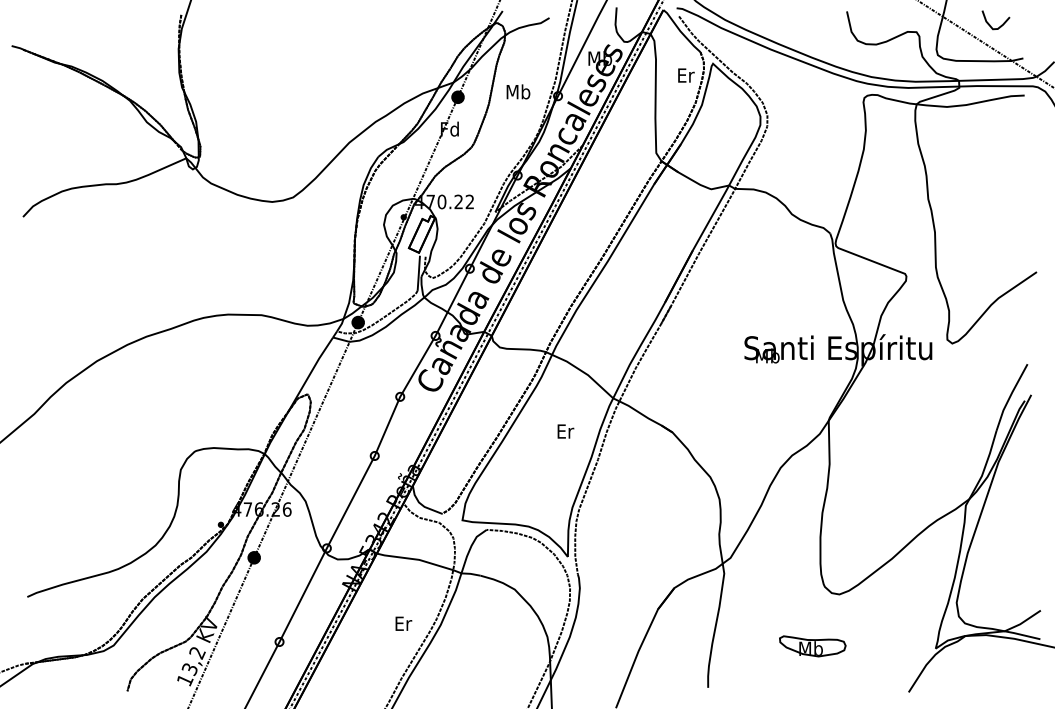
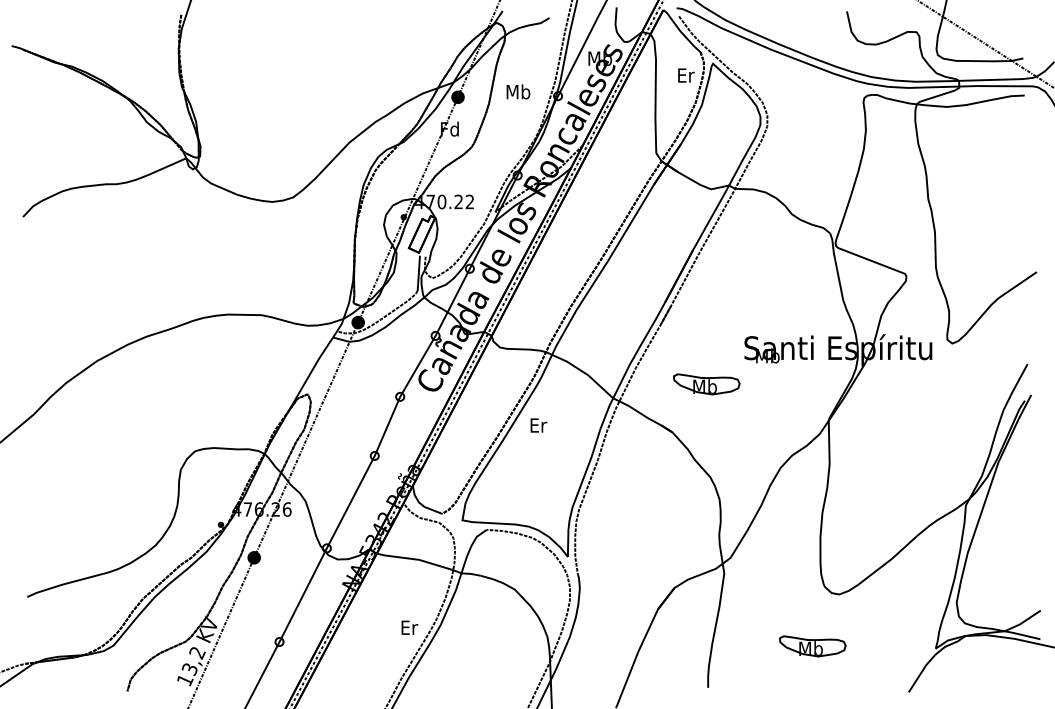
curve at (990, 24): present -> none
part at (706, 384): none -> present
text at (565, 431) position: (565, 431) -> (538, 425)
text at (403, 623) position: (403, 623) -> (409, 627)
